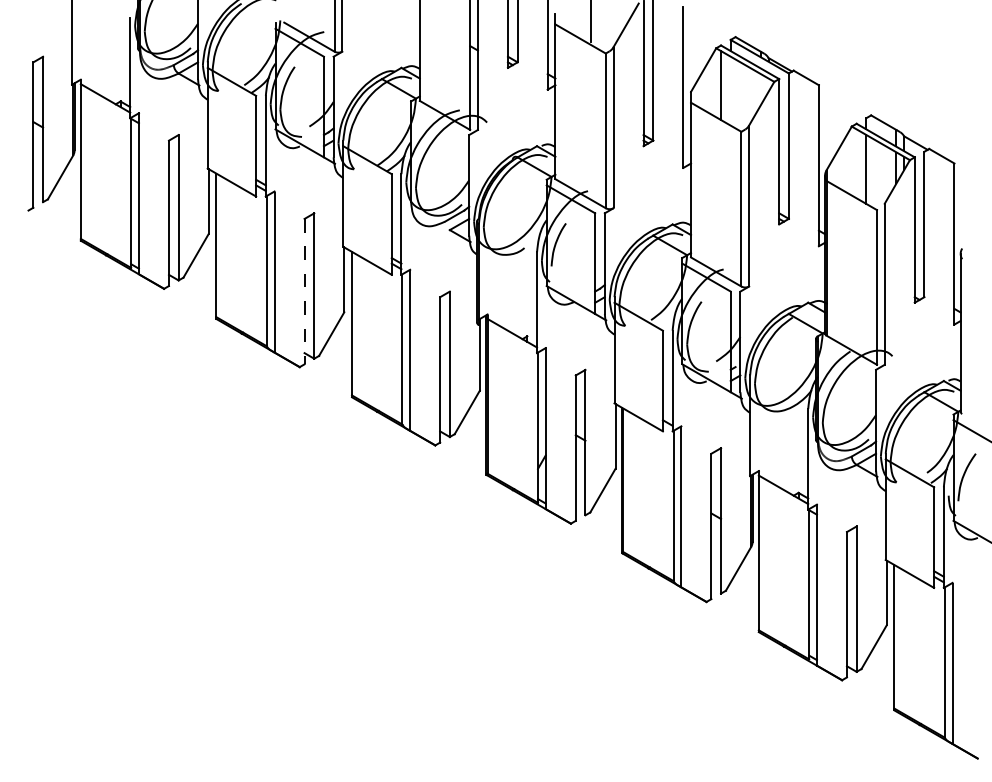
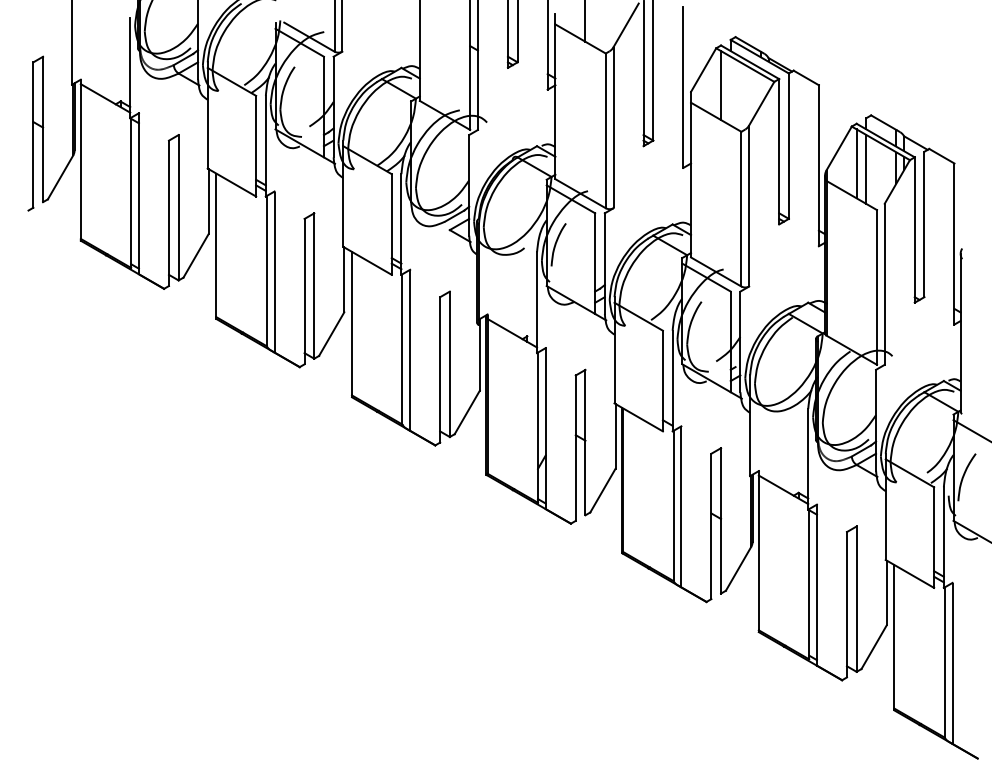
line at (591, 21) position: (591, 21) -> (585, 21)
line at (856, 163): none -> present
line at (304, 291): dashed -> solid
